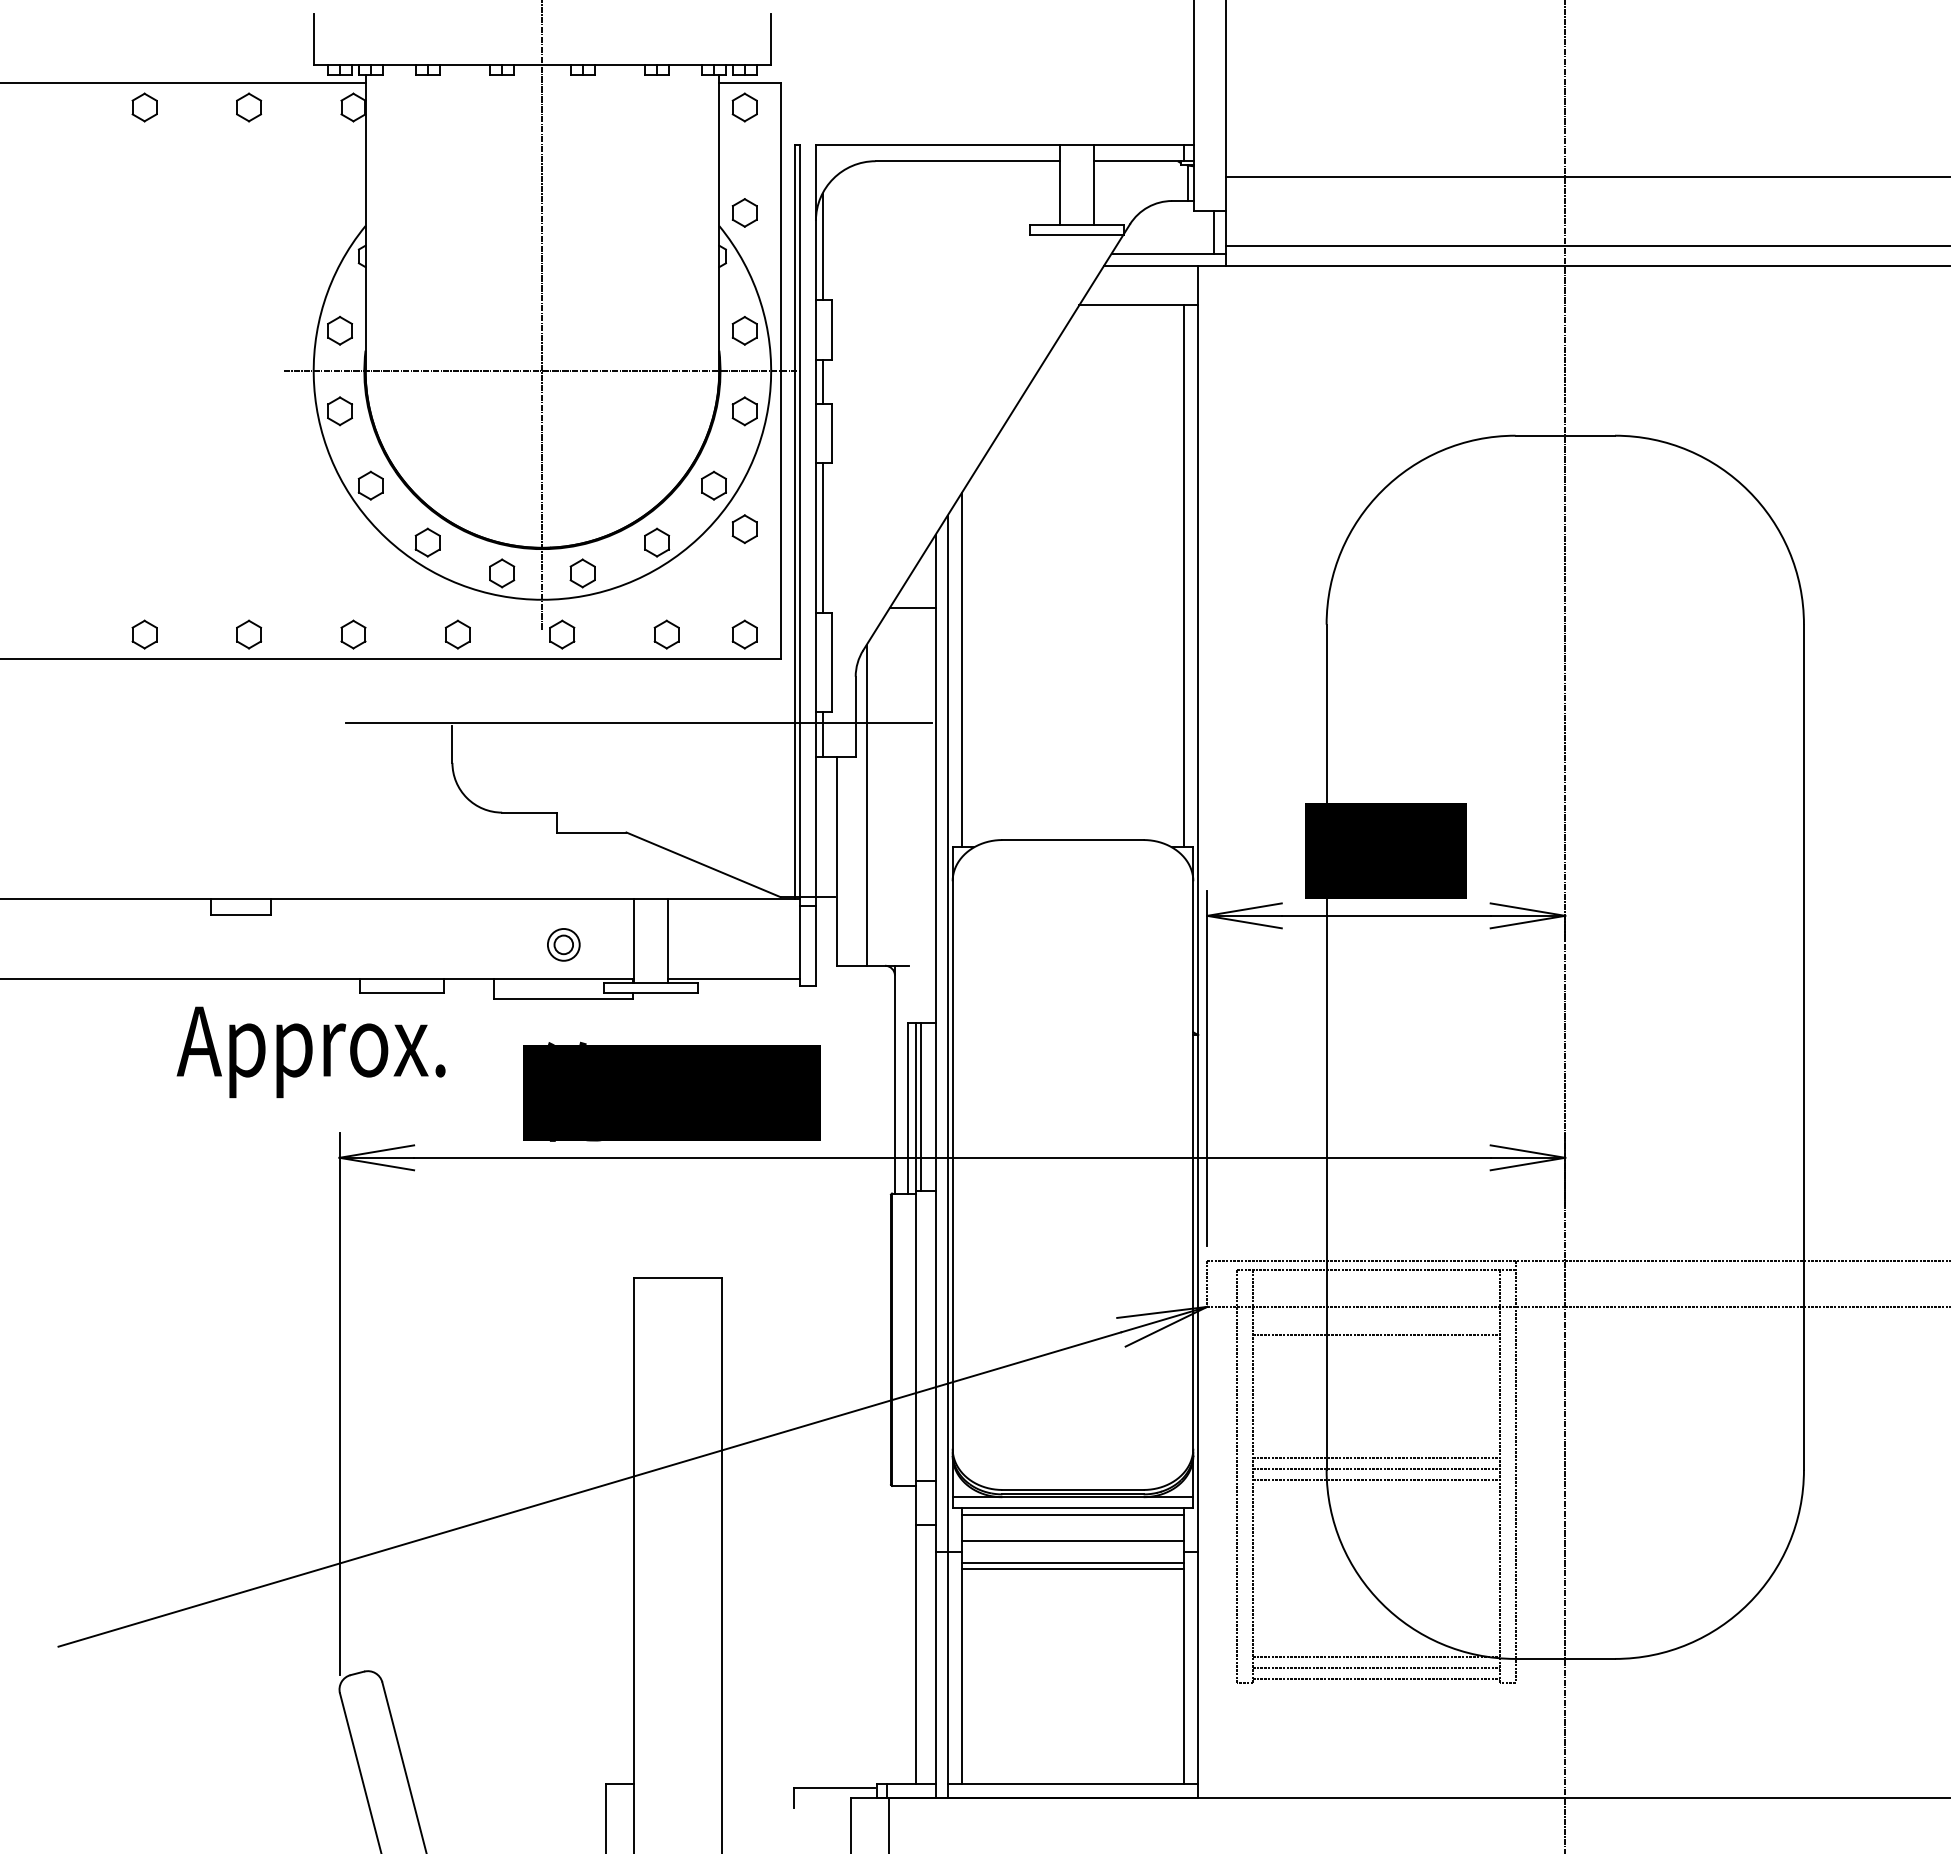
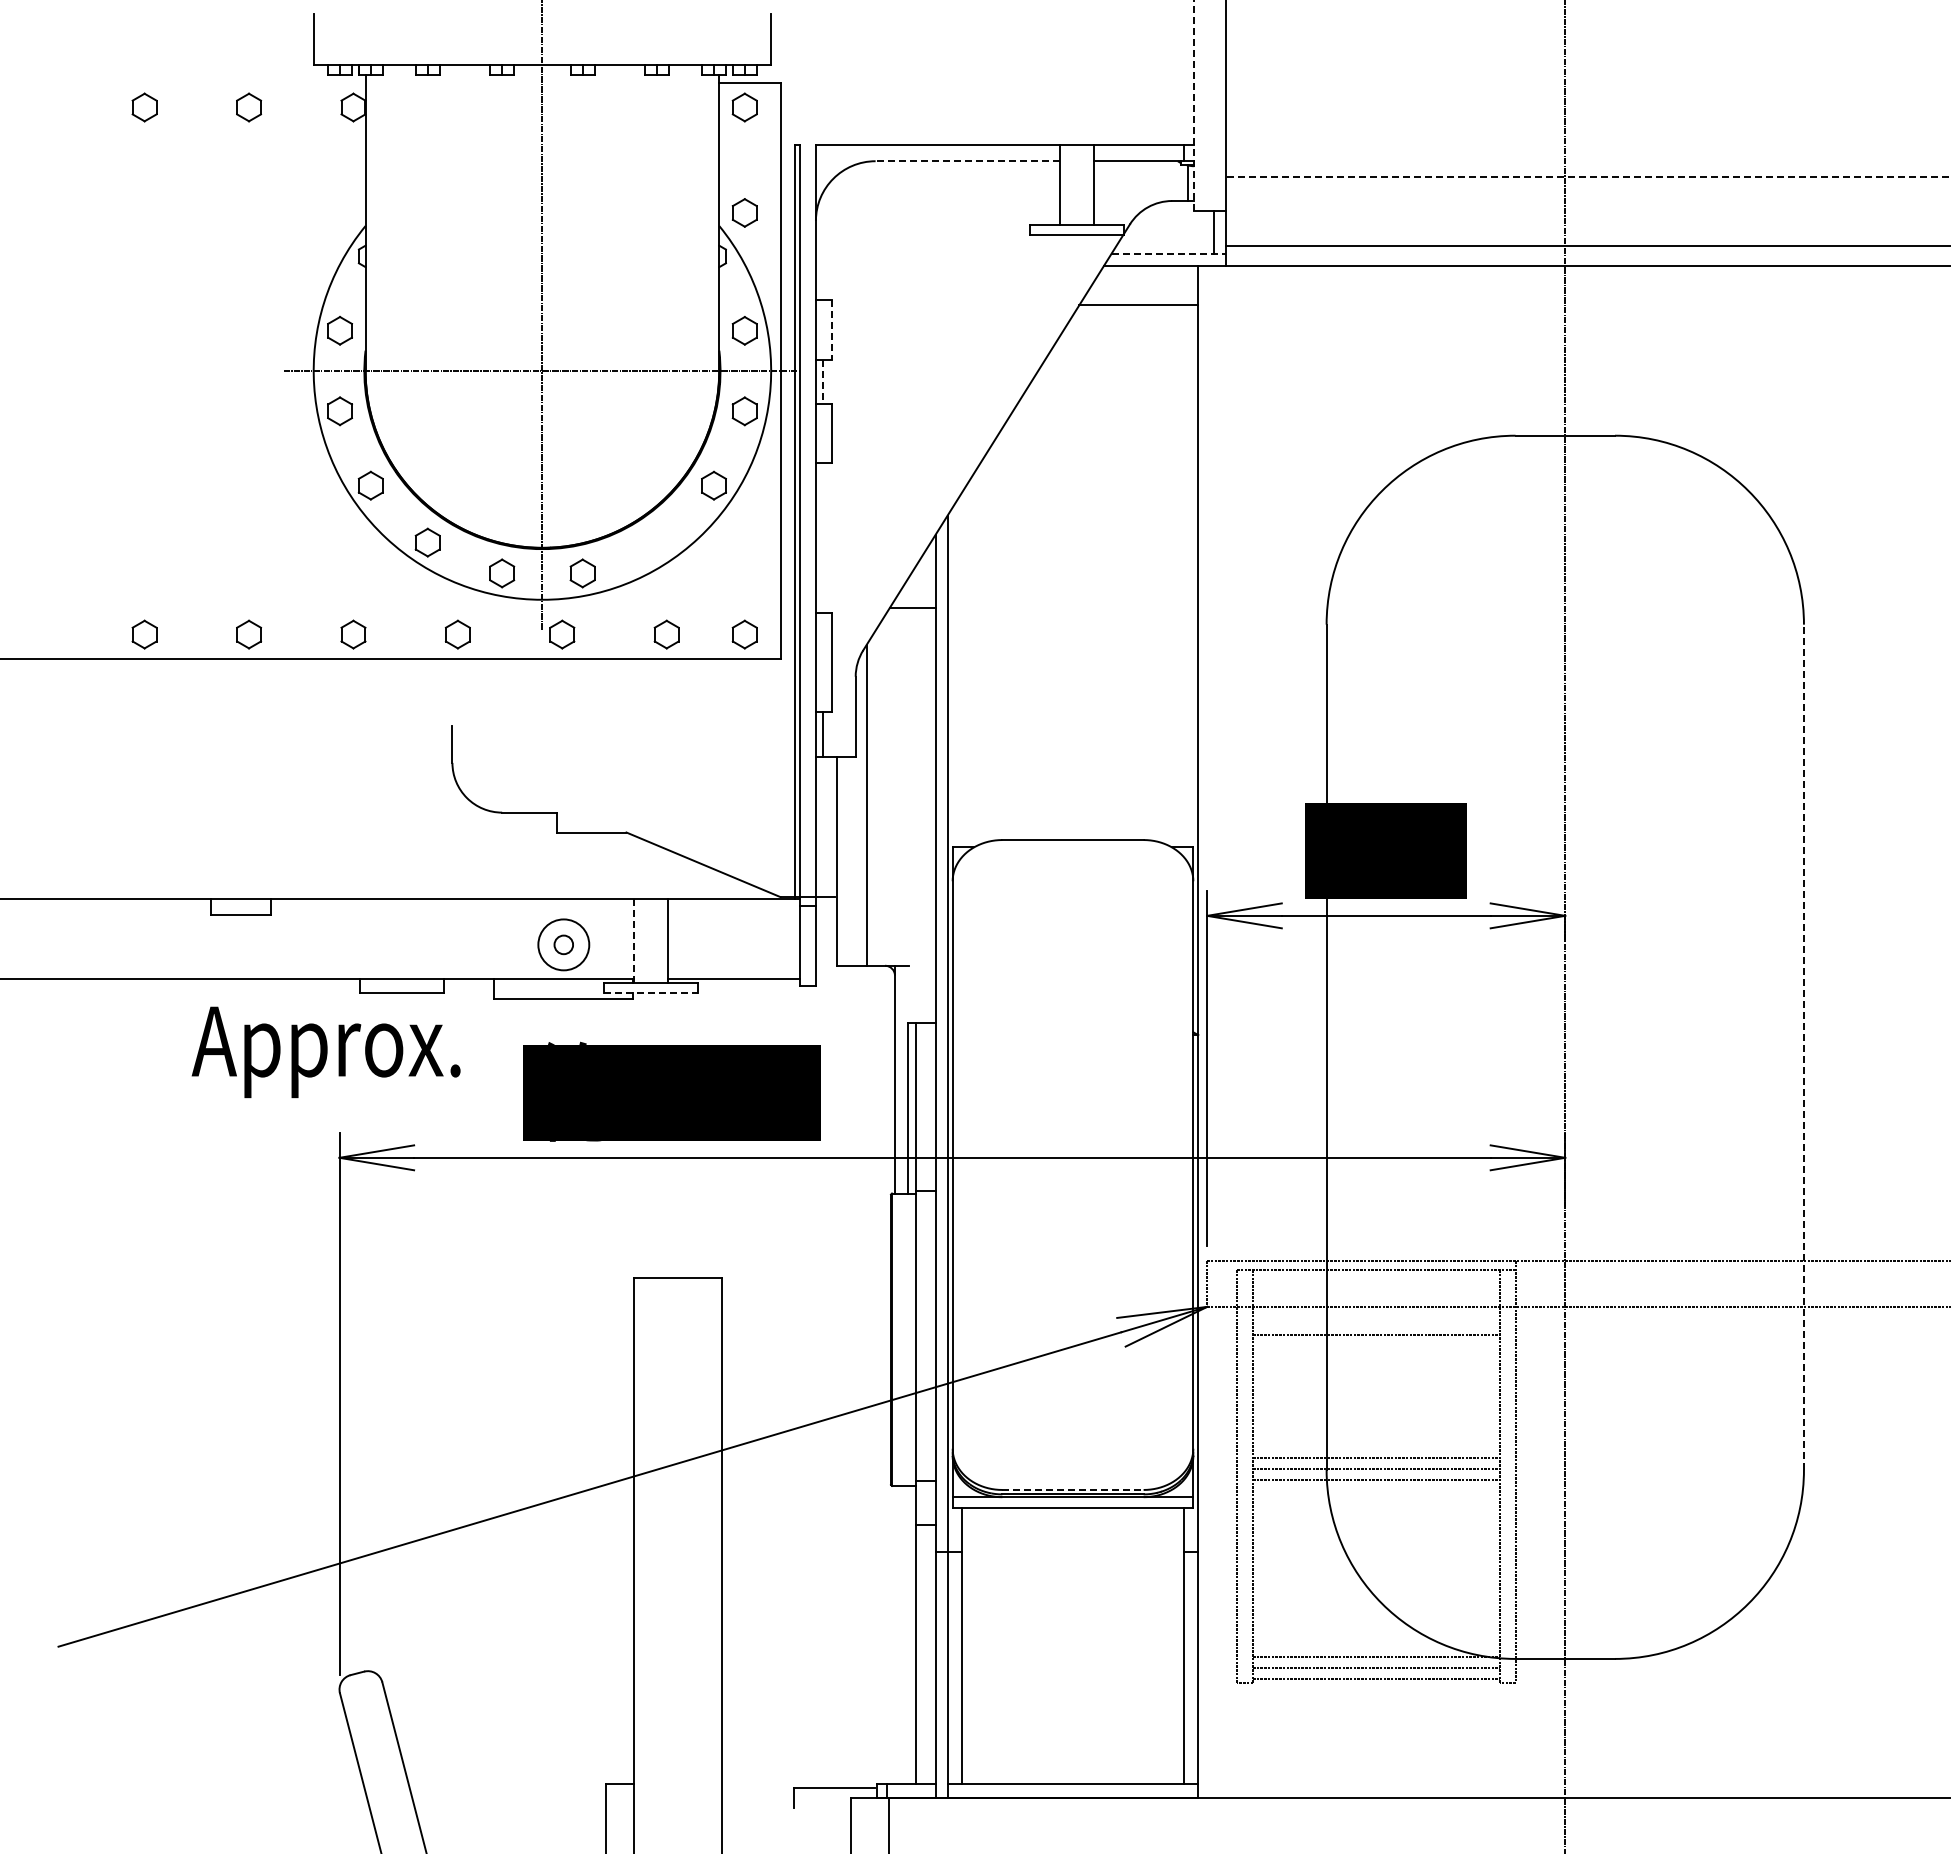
line at (183, 82): present -> none
line at (1194, 105): solid -> dashed
line at (967, 161): solid -> dashed
line at (1588, 177): solid -> dashed
line at (822, 246): present -> none
line at (1169, 253): solid -> dashed
line at (831, 329): solid -> dashed
line at (822, 381): solid -> dashed
part at (744, 529): present -> none
line at (822, 537): present -> none
part at (656, 542): present -> none
line at (1184, 576): present -> none
line at (961, 670): present -> none
line at (638, 723): present -> none
line at (633, 940): solid -> dashed
circle at (563, 944) diameter: 32 px -> 51 px
line at (651, 992): solid -> dashed
line at (1803, 1047): solid -> dashed
text at (310, 1052) position: (310, 1052) -> (325, 1052)
line at (920, 1106): present -> none
line at (1073, 1489): solid -> dashed
line at (1072, 1515): present -> none
line at (1072, 1541): present -> none
line at (1072, 1562): present -> none
line at (1072, 1569): present -> none
